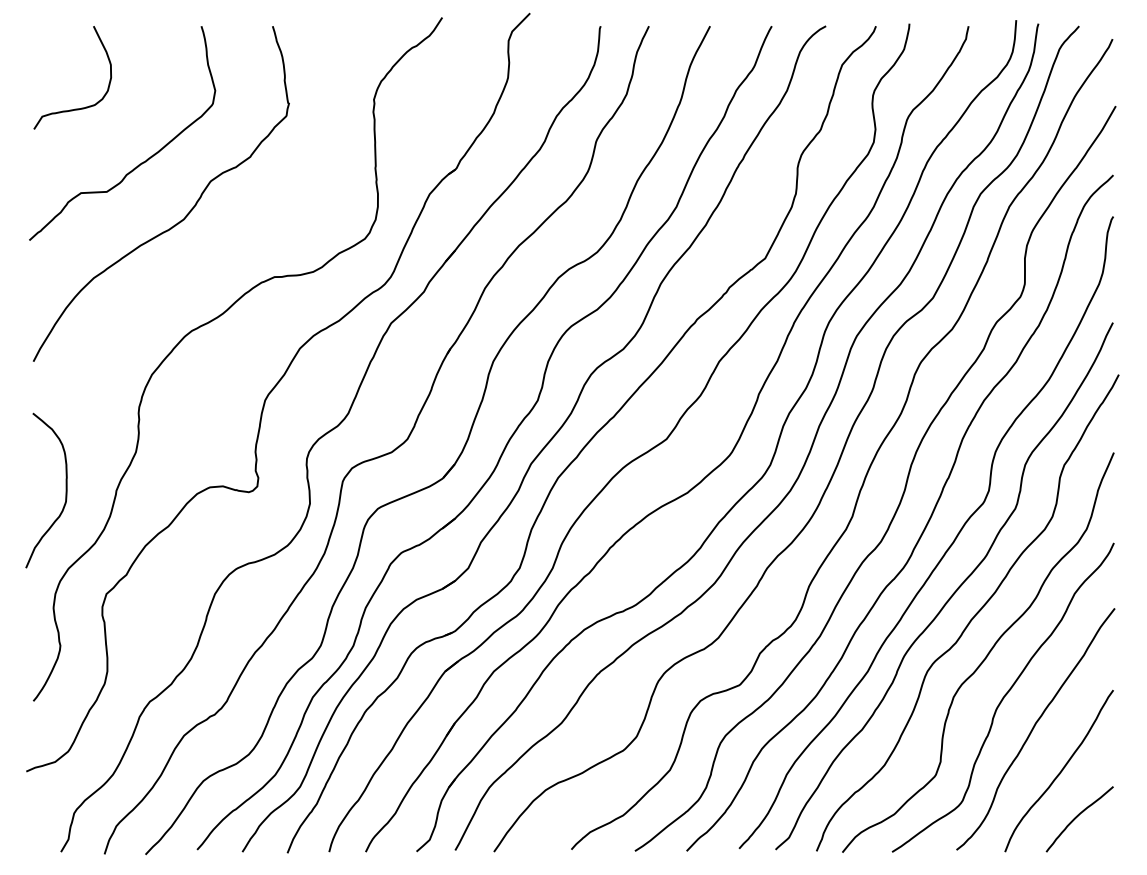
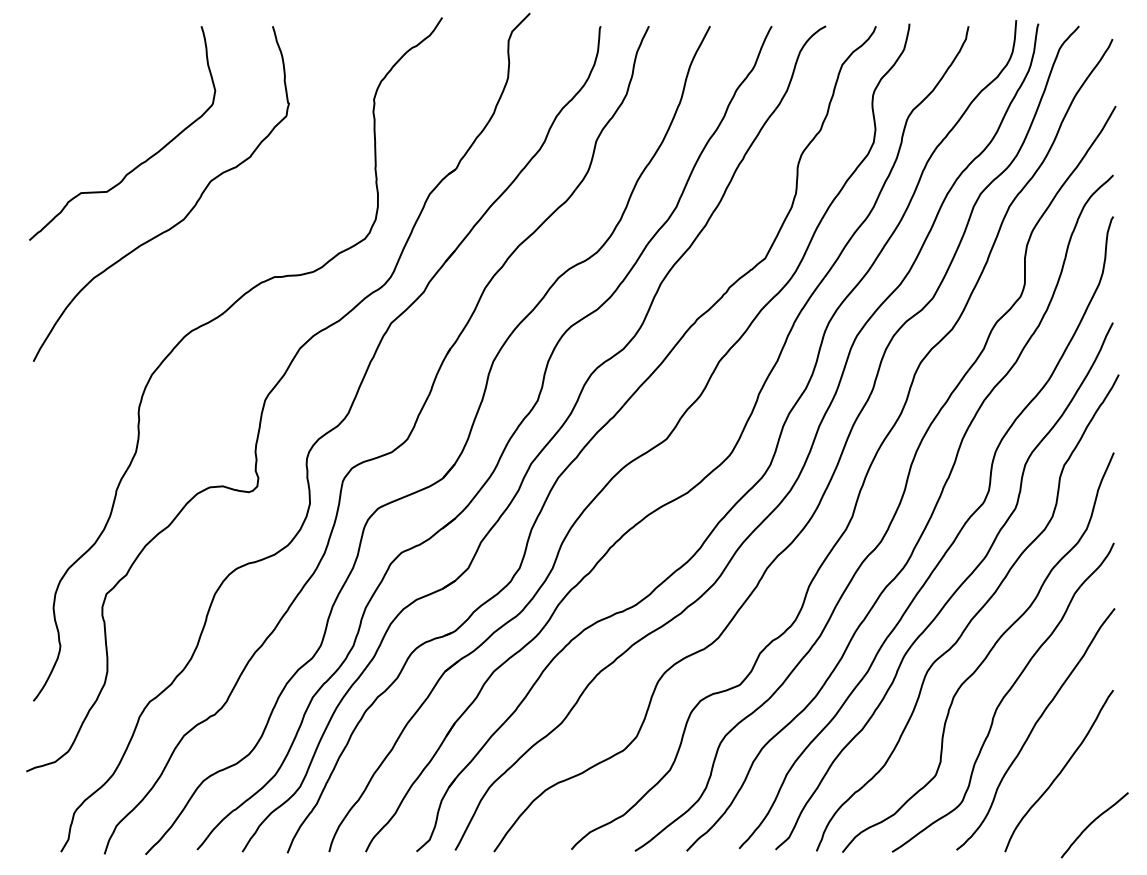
curve at (75, 108): present -> none
curve at (65, 490): present -> none
curve at (1077, 817) position: (1077, 817) -> (1092, 823)
